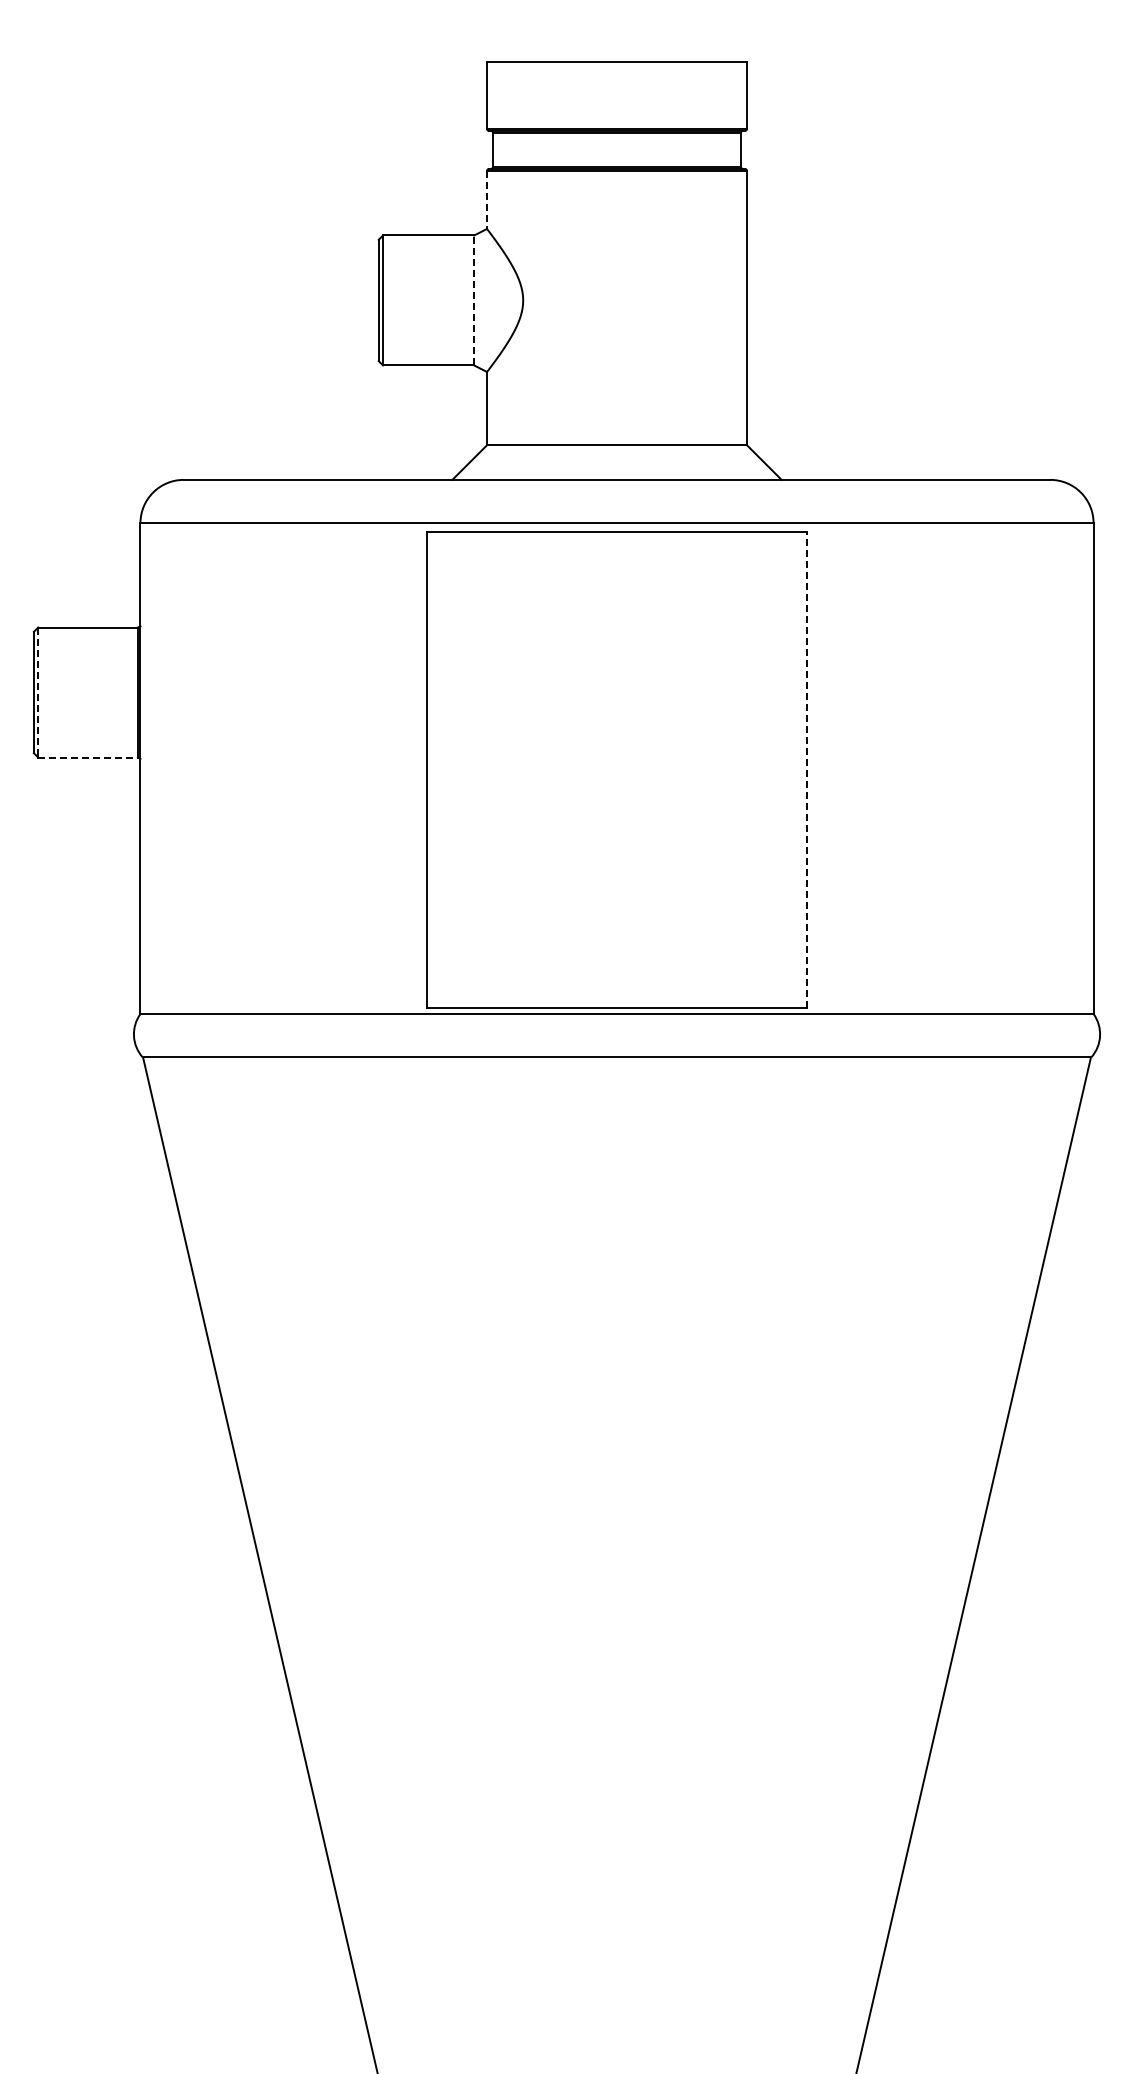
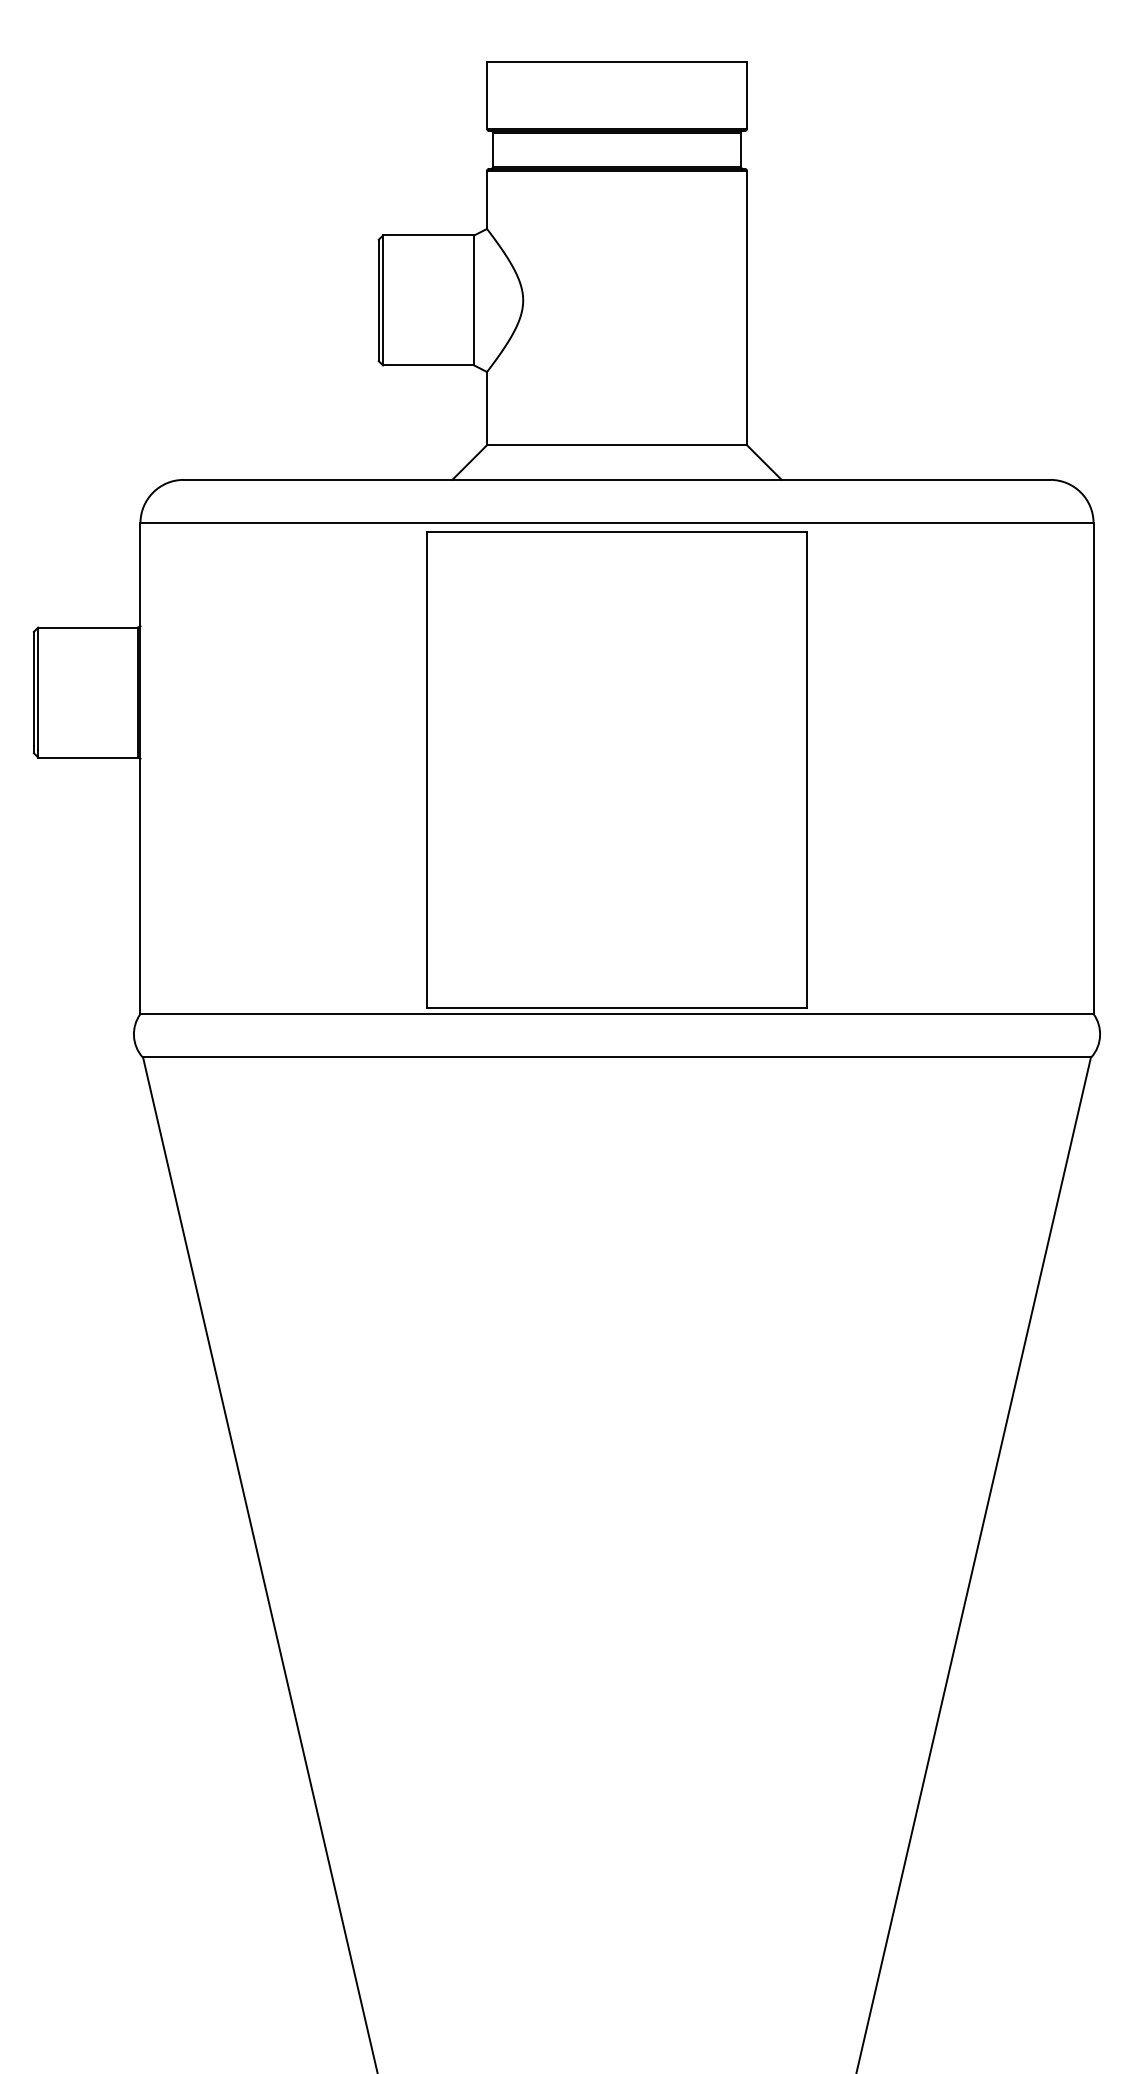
line at (487, 199): dashed -> solid
line at (474, 300): dashed -> solid
line at (38, 689): dashed -> solid
line at (88, 757): dashed -> solid
line at (806, 769): dashed -> solid
